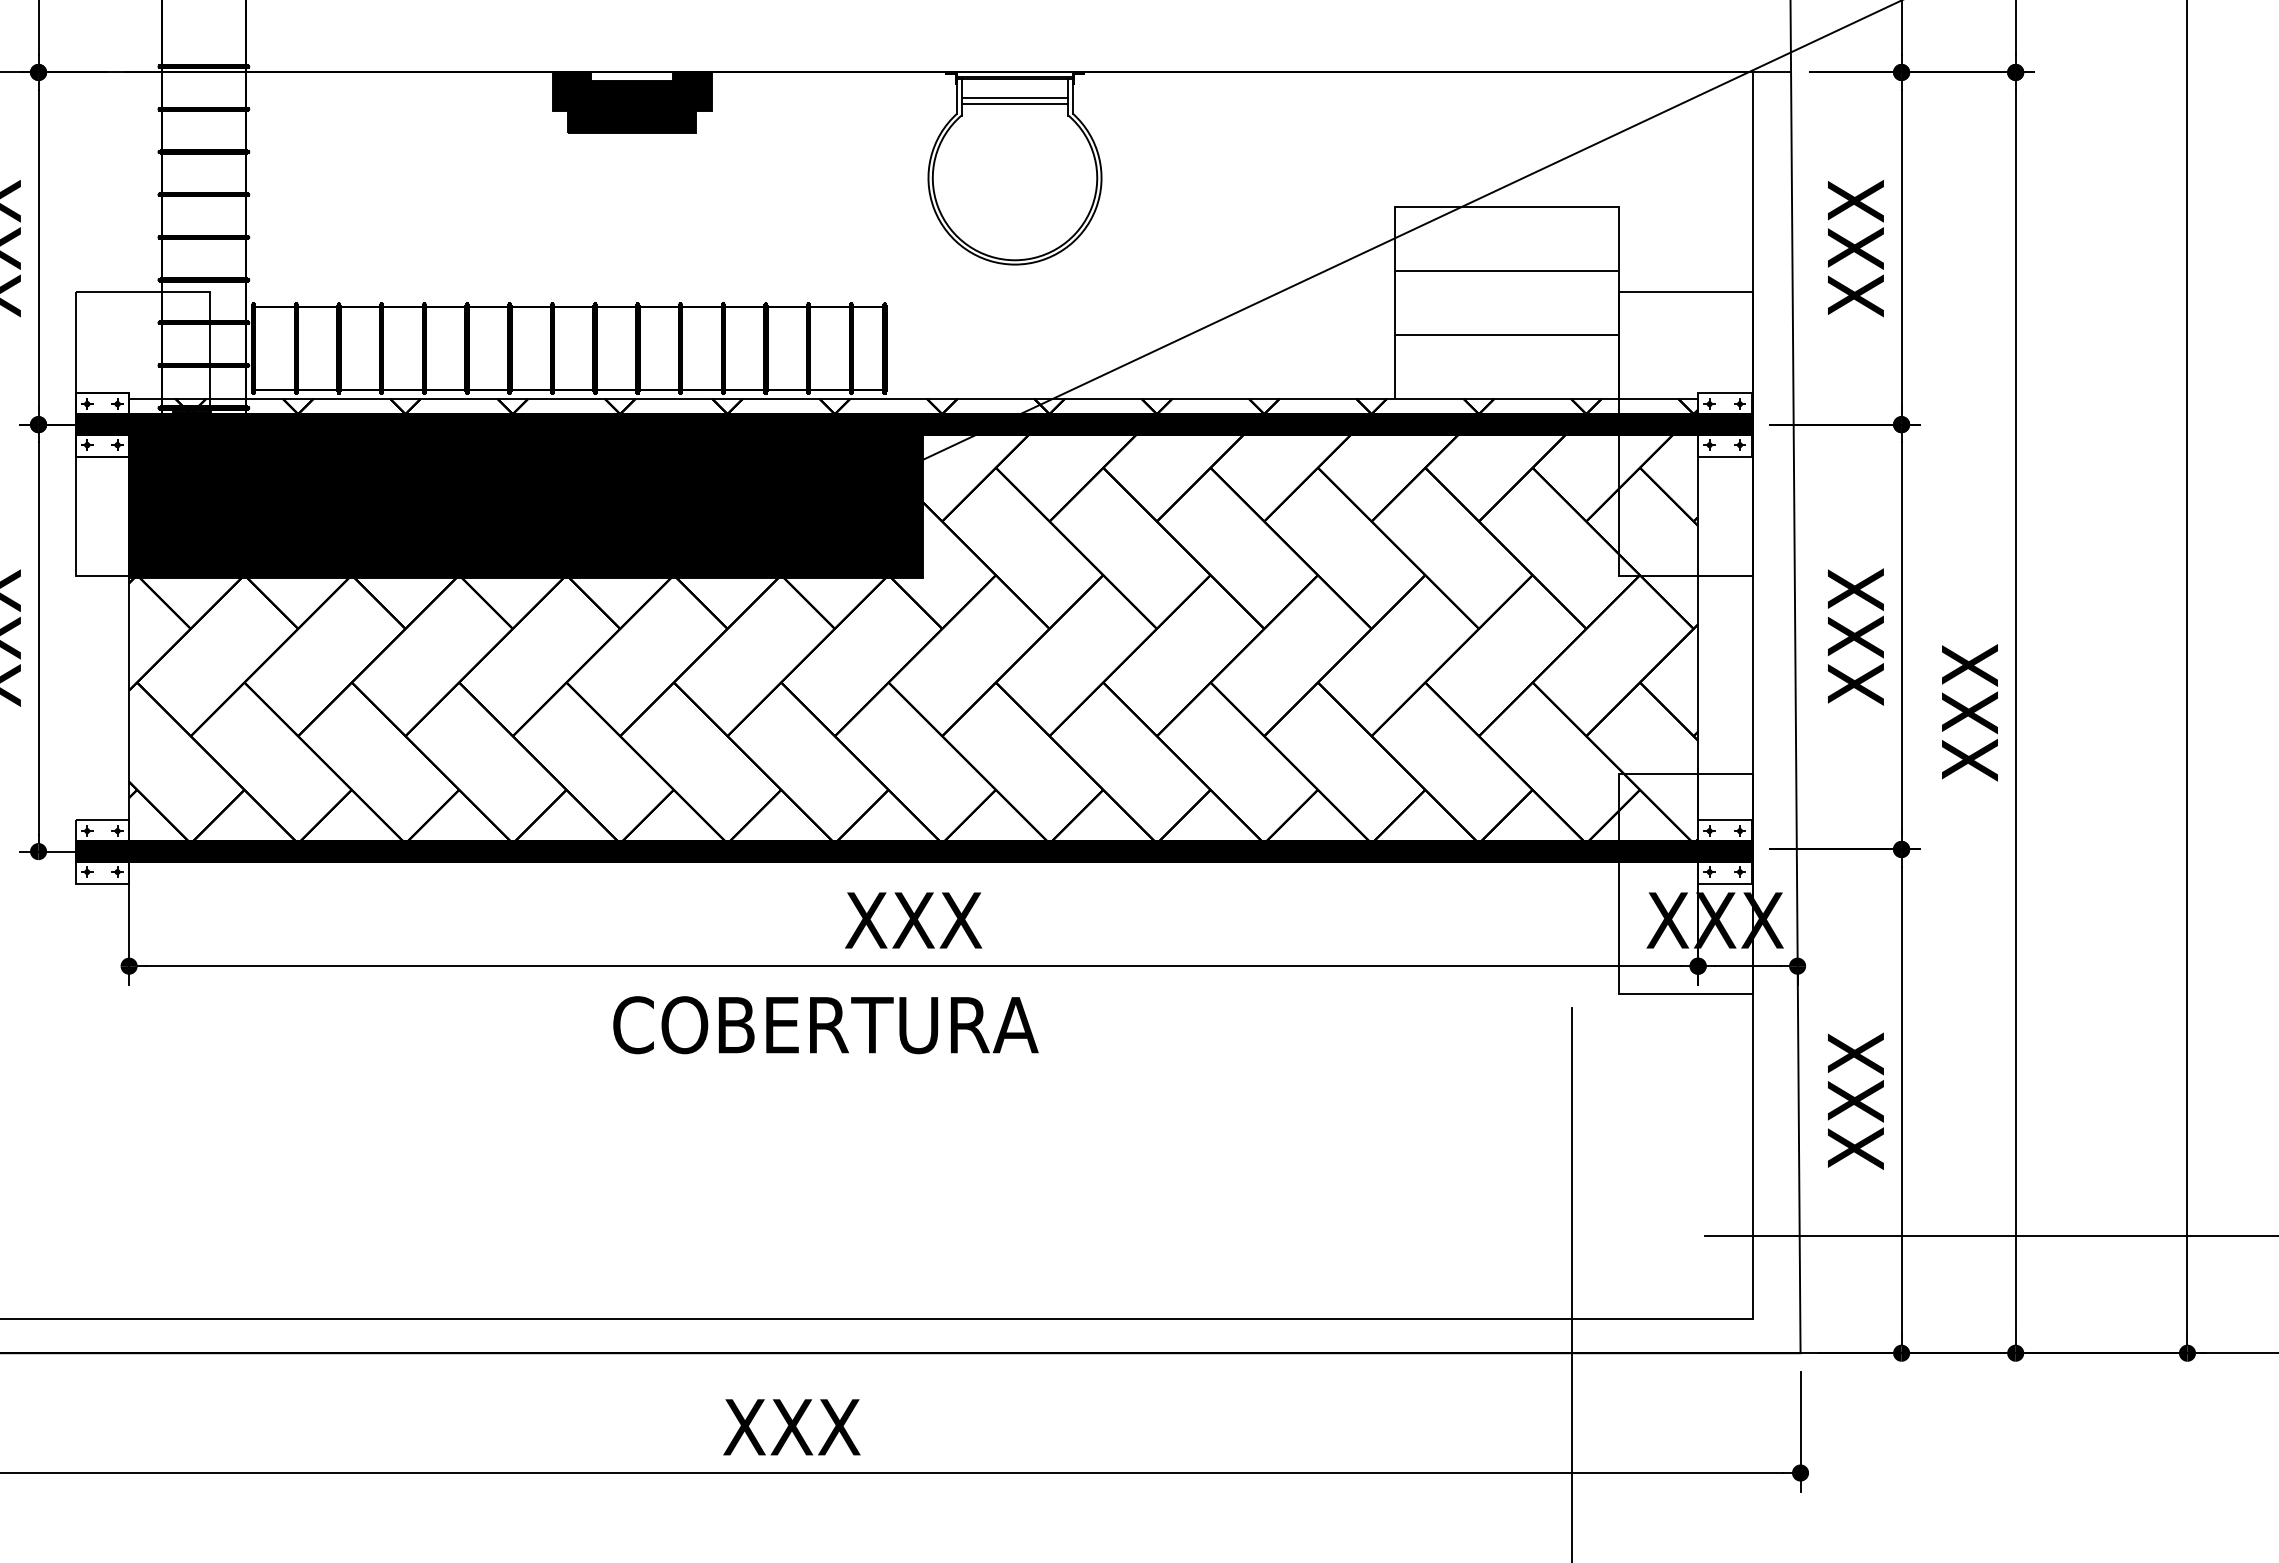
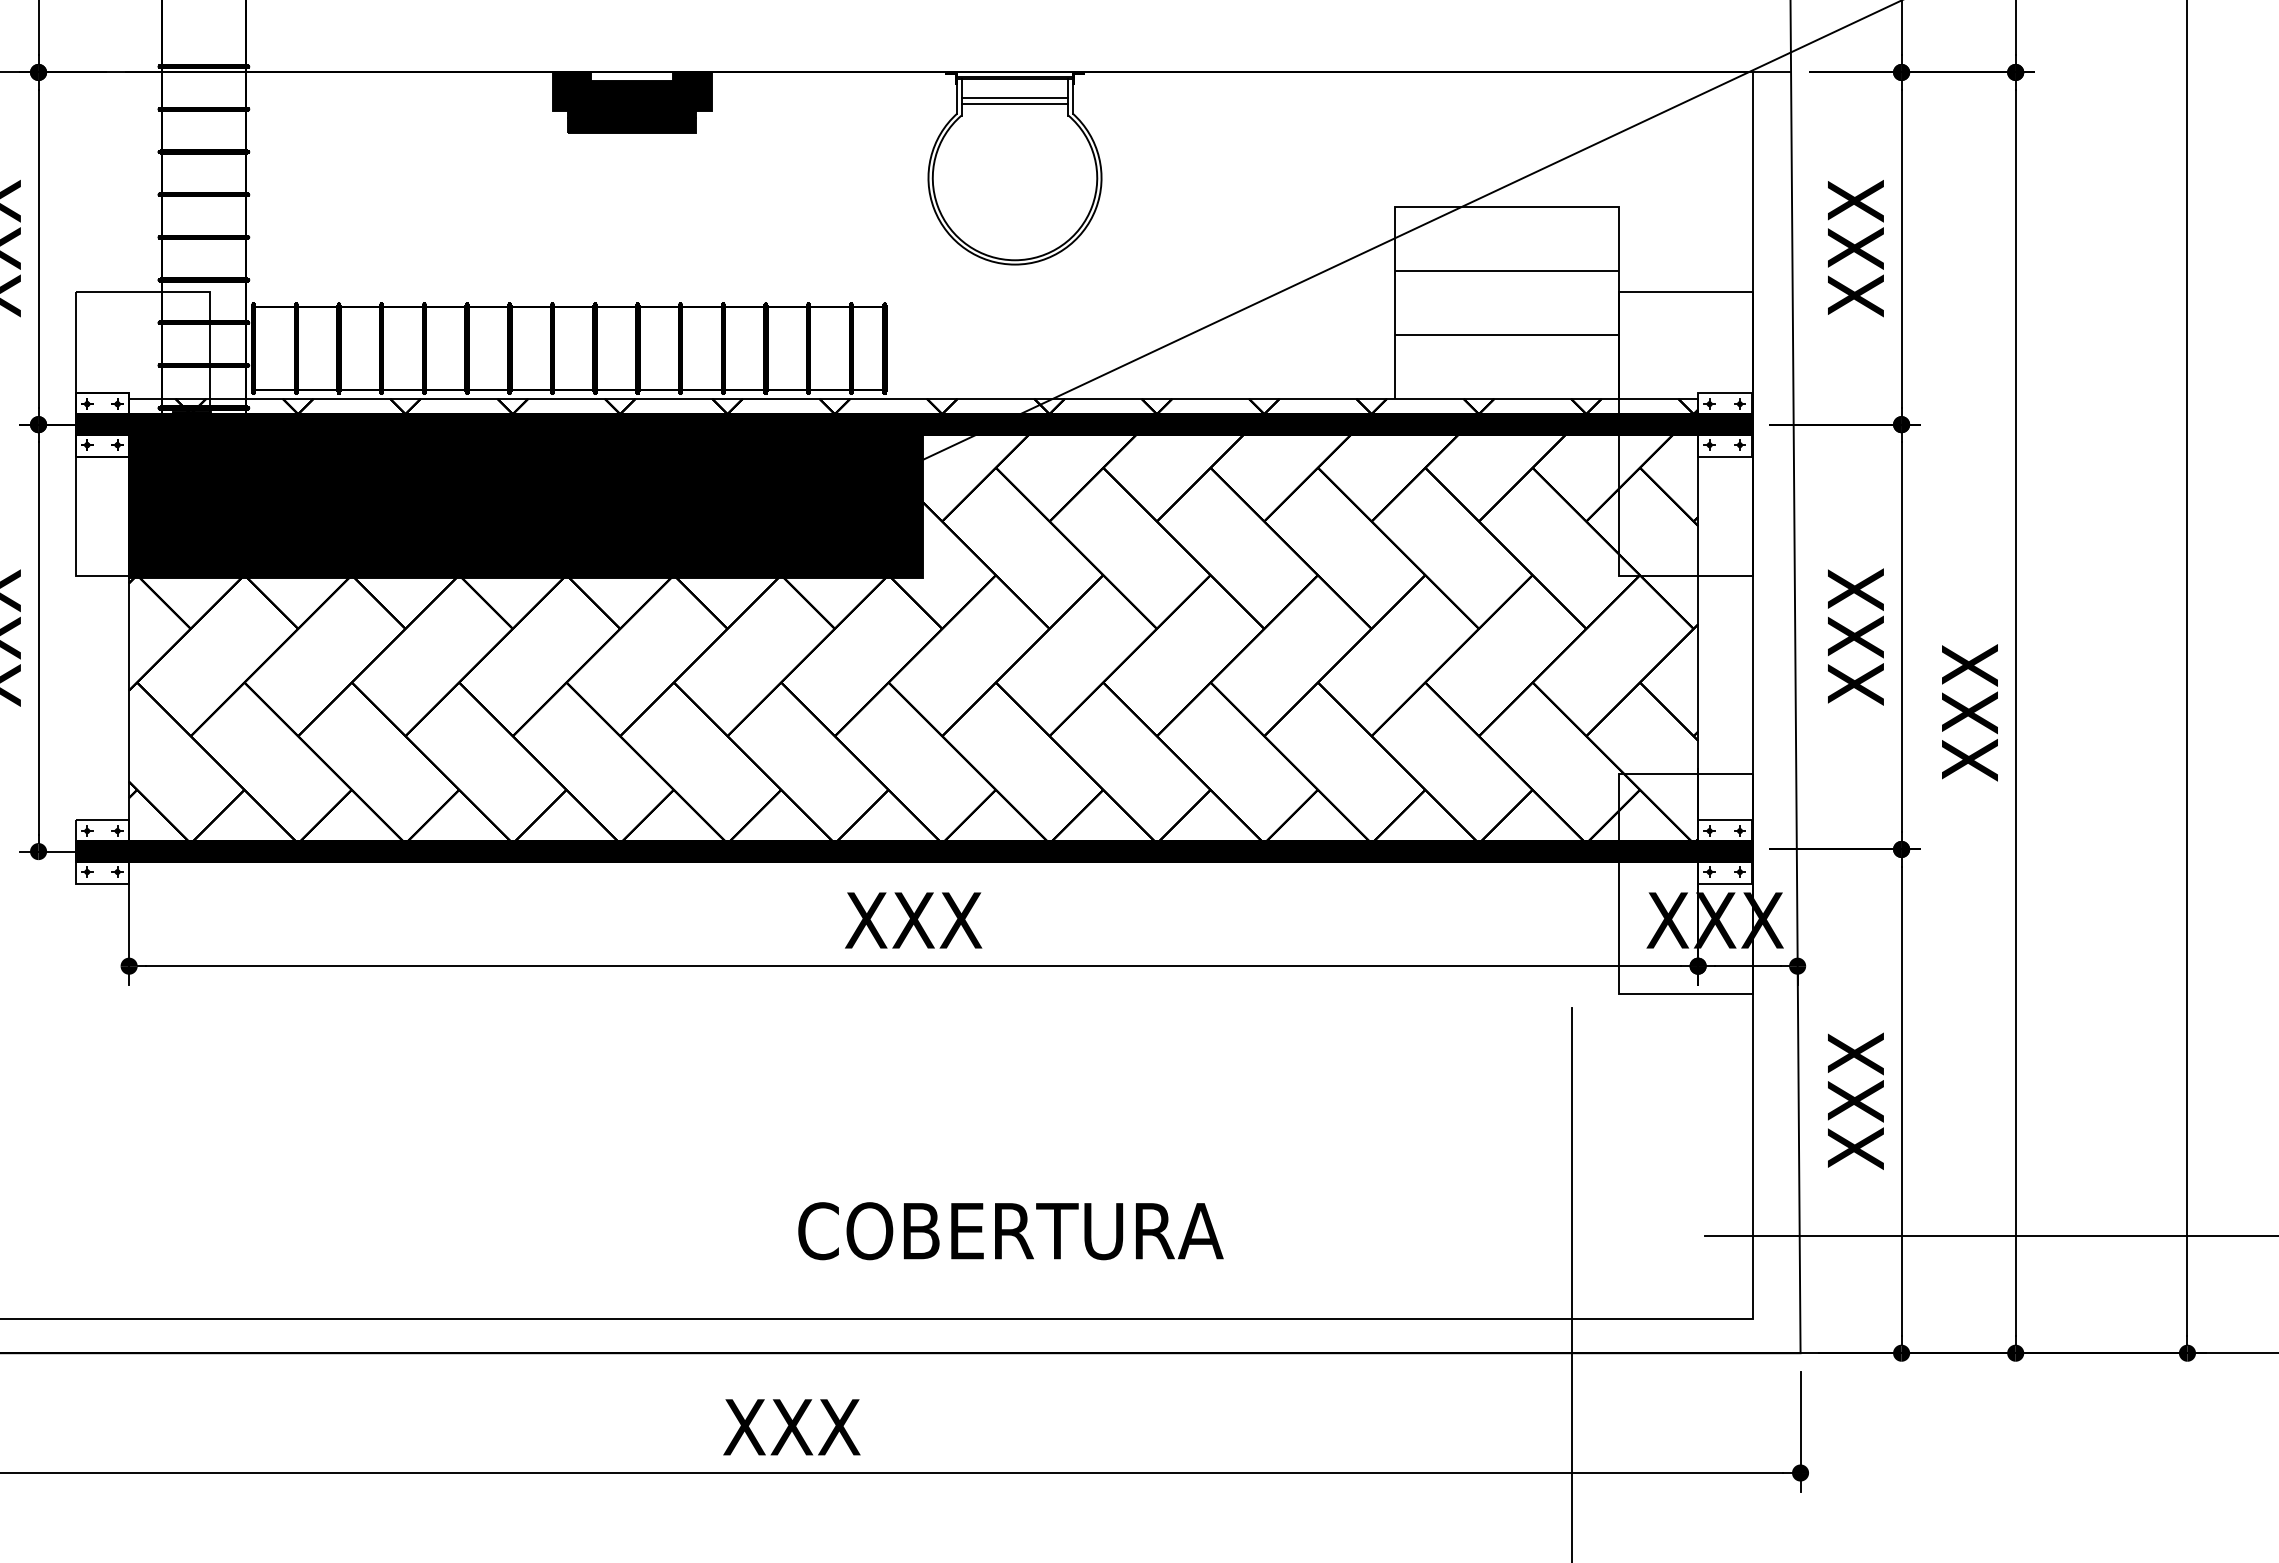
text at (825, 1025) position: (825, 1025) -> (1010, 1231)
